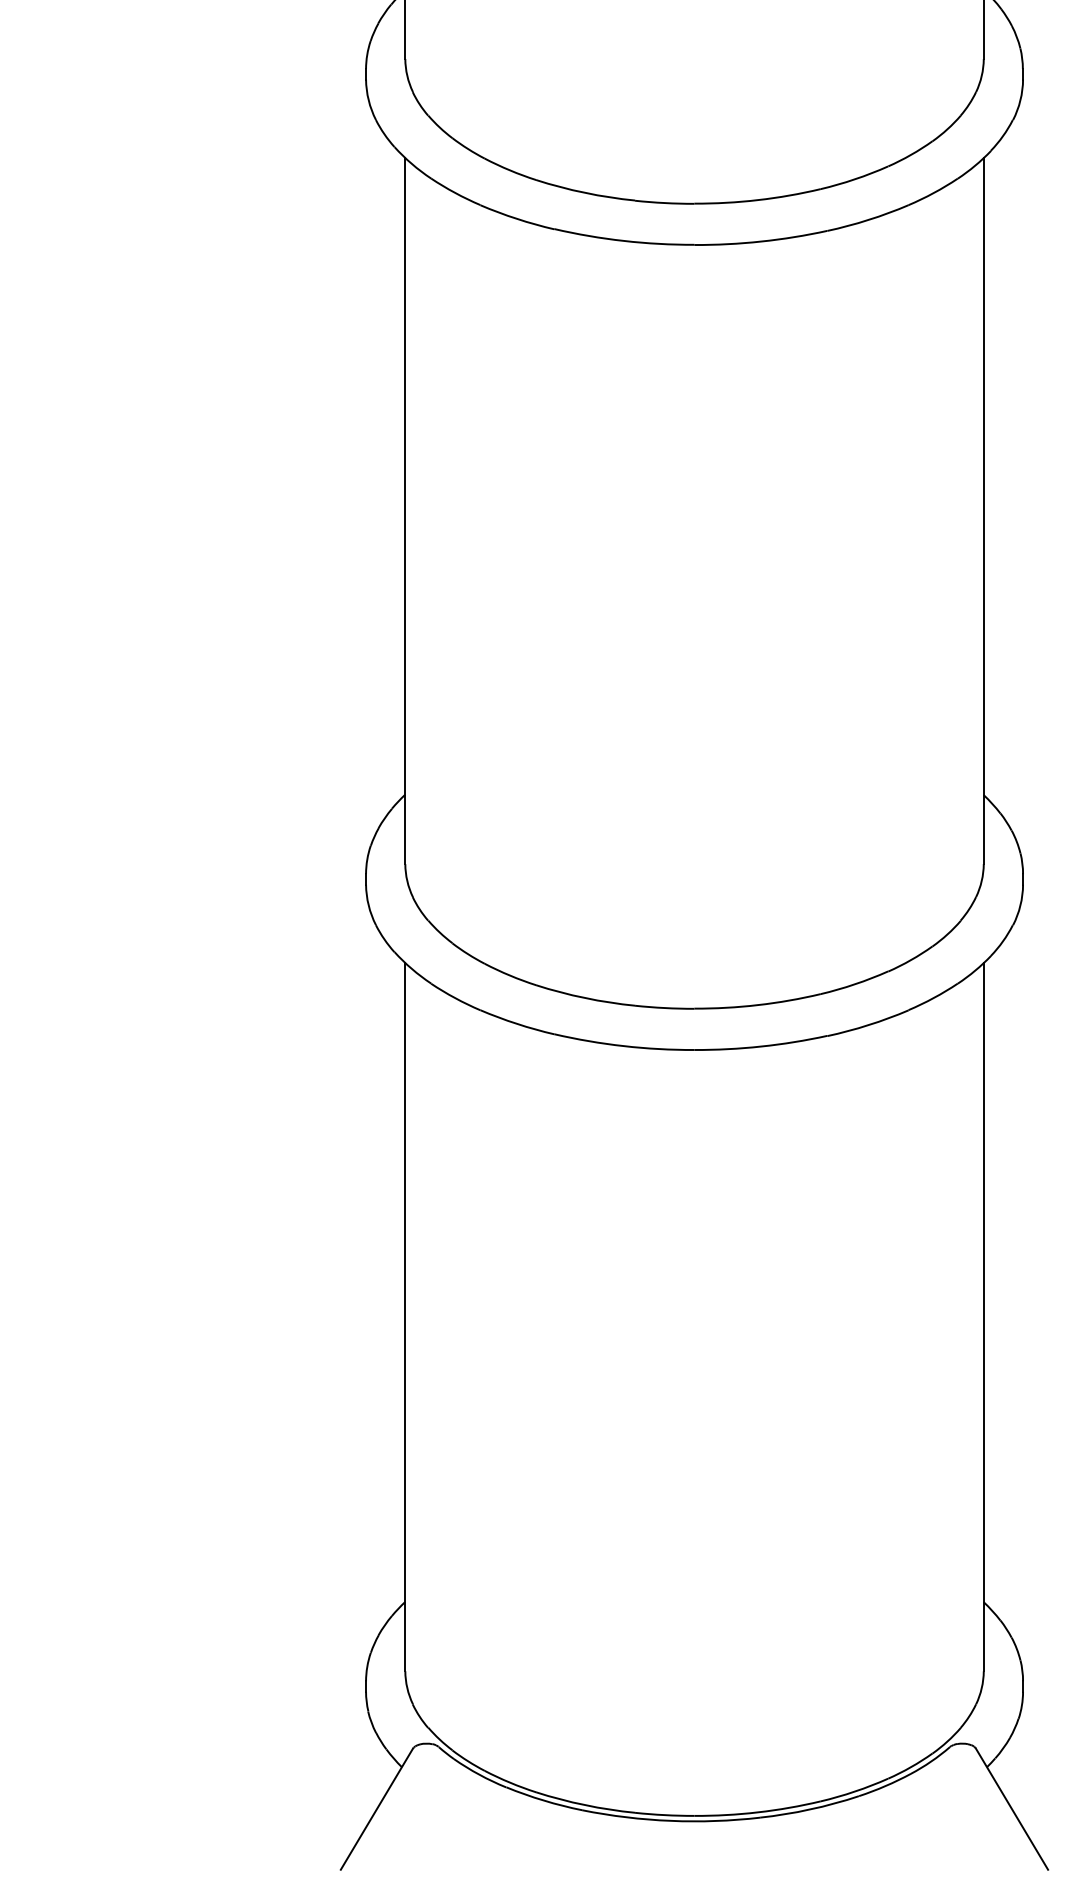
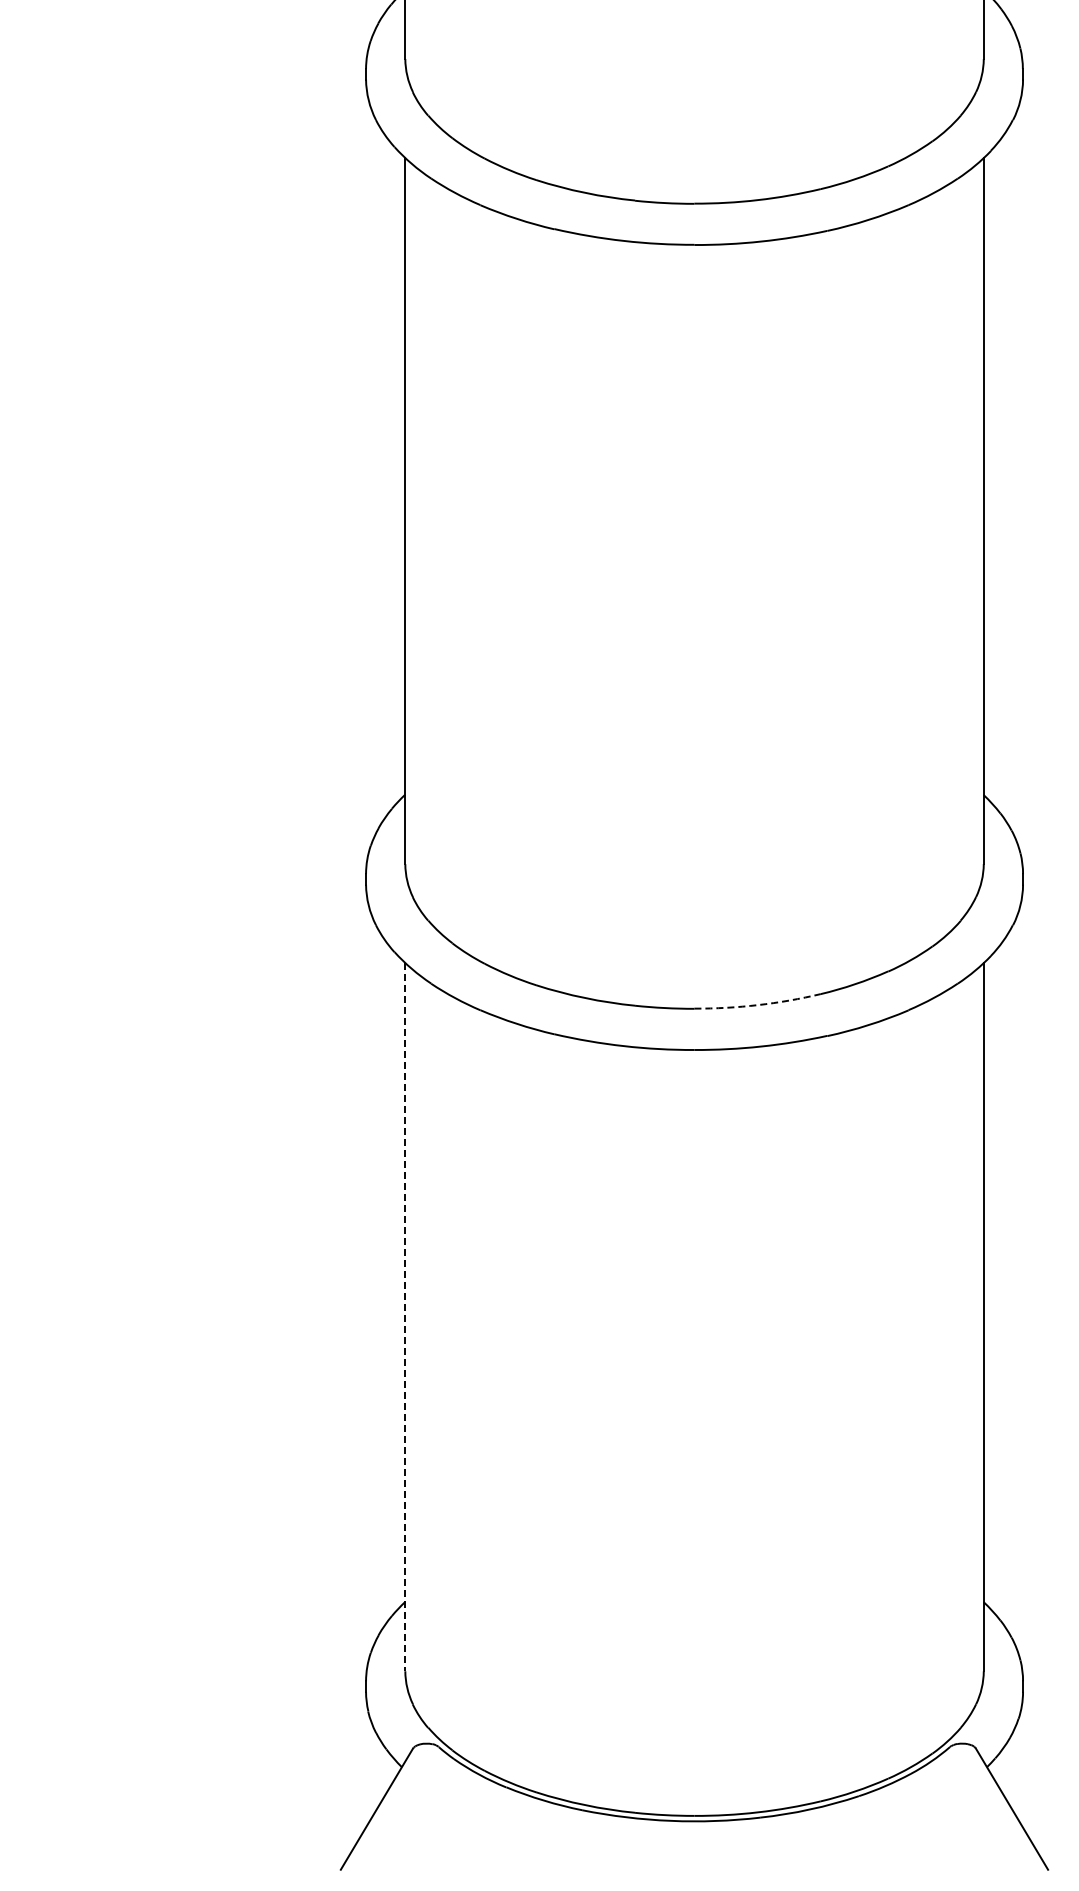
arc at (758, 1005): solid -> dashed
line at (405, 1317): solid -> dashed
